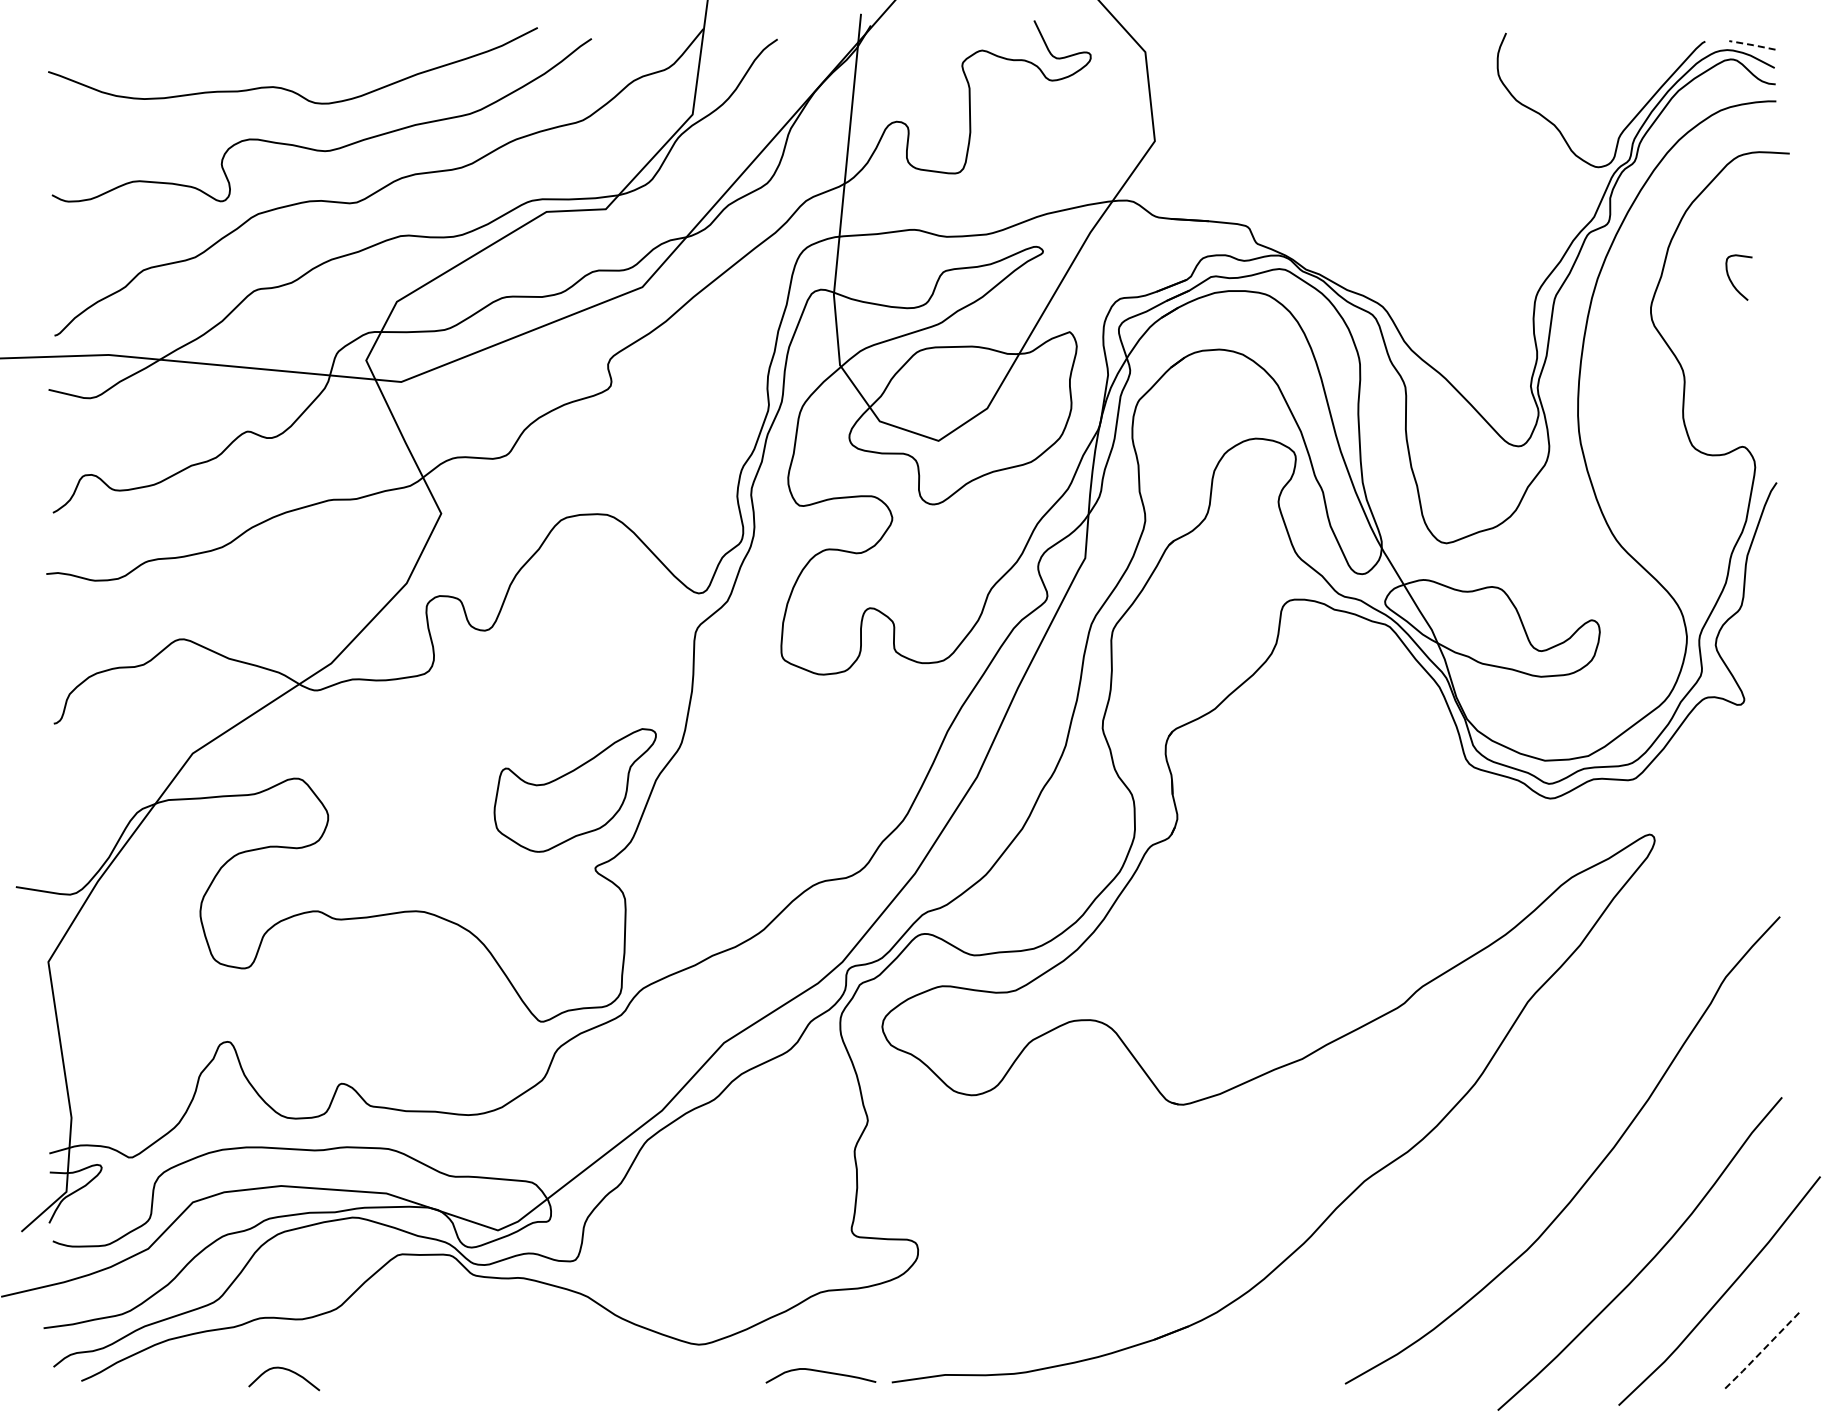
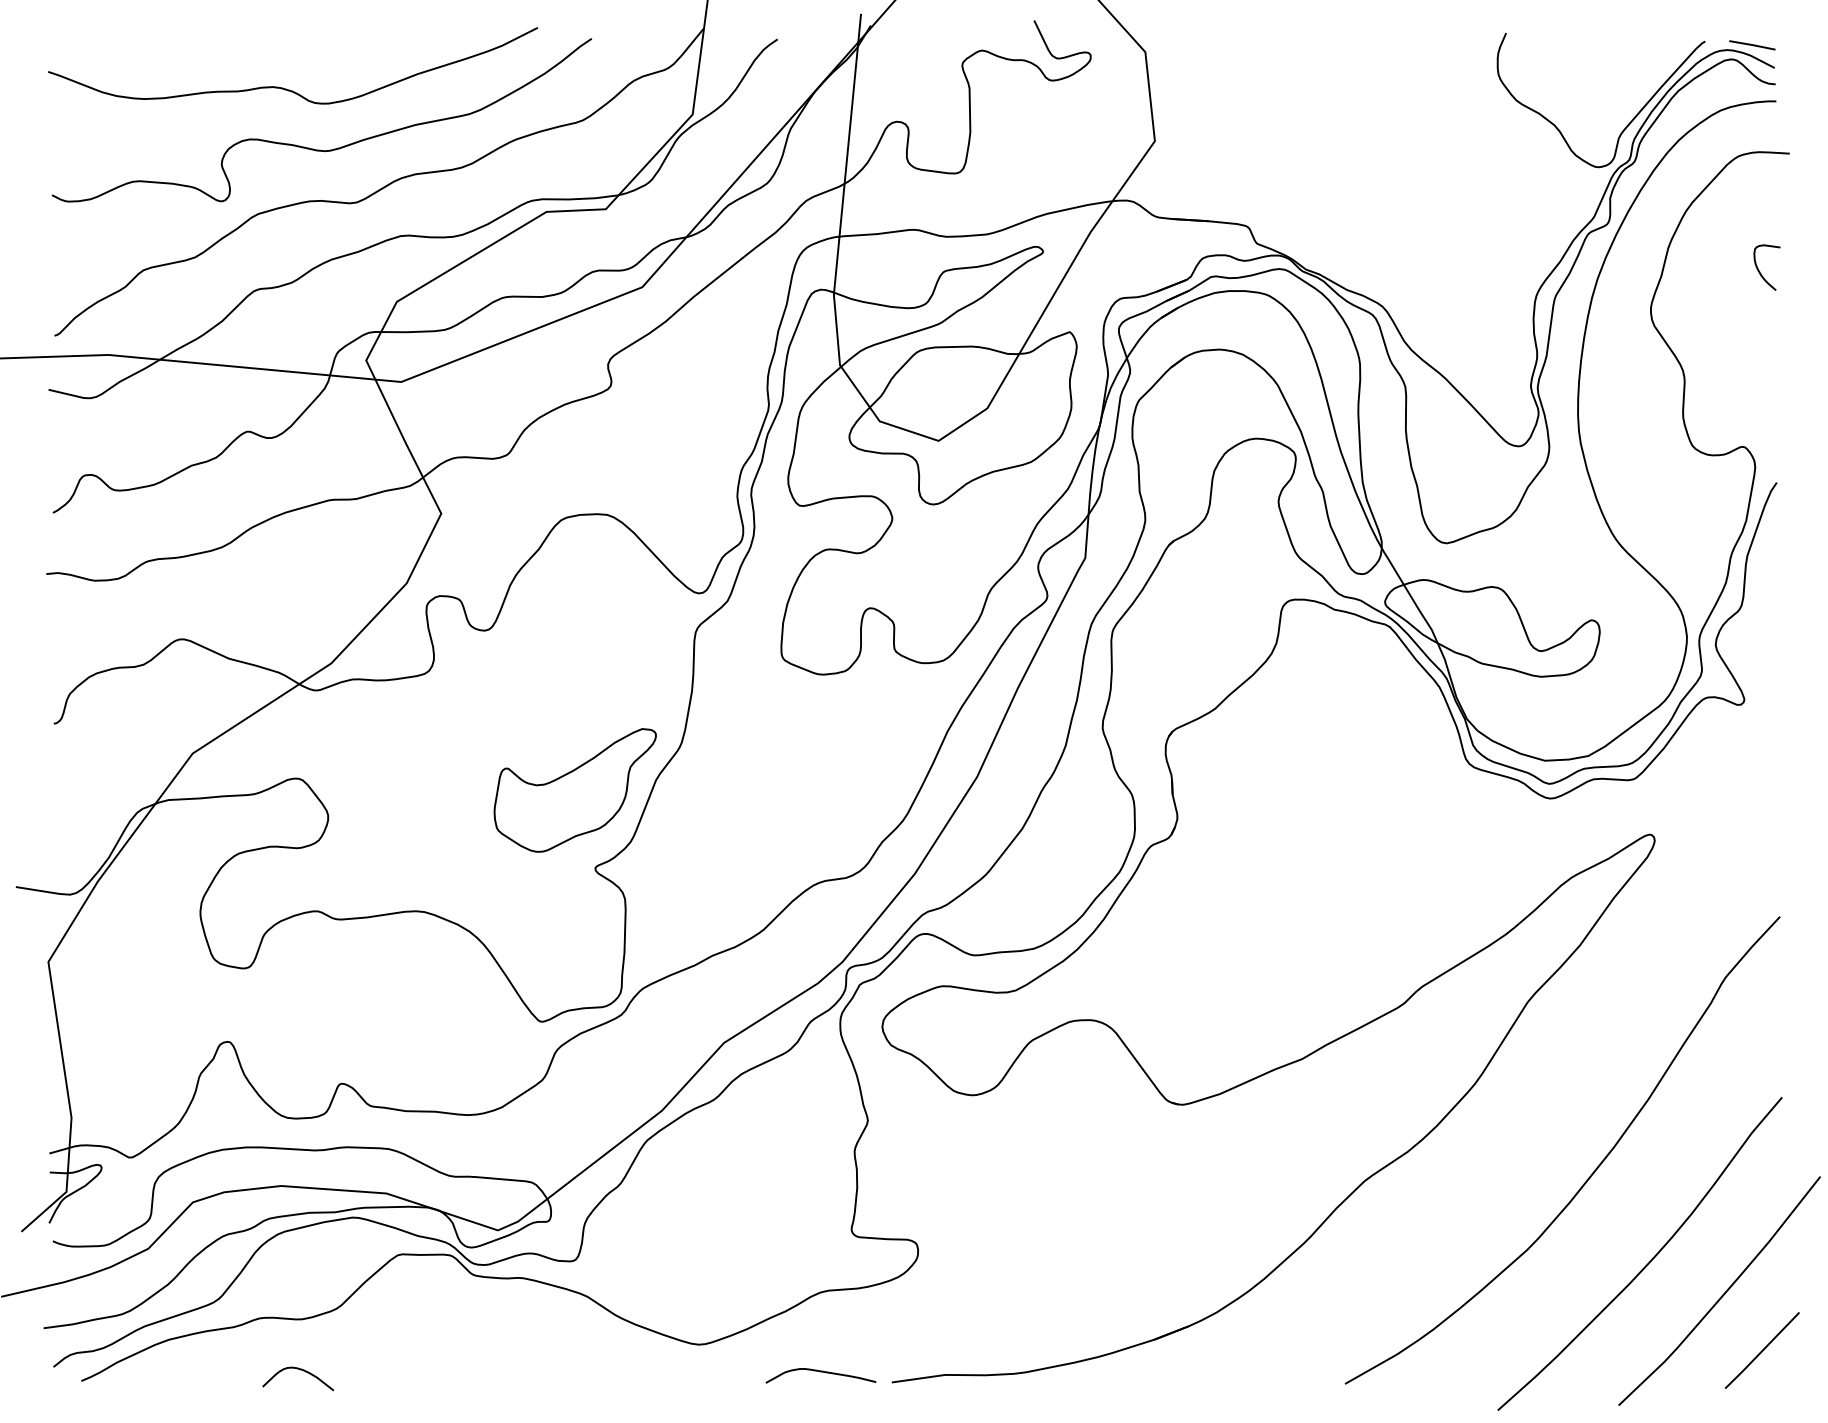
line at (1752, 45): dashed -> solid
curve at (1732, 281) position: (1732, 281) -> (1760, 271)
line at (1762, 1351): dashed -> solid
curve at (286, 1370) position: (286, 1370) -> (300, 1370)
